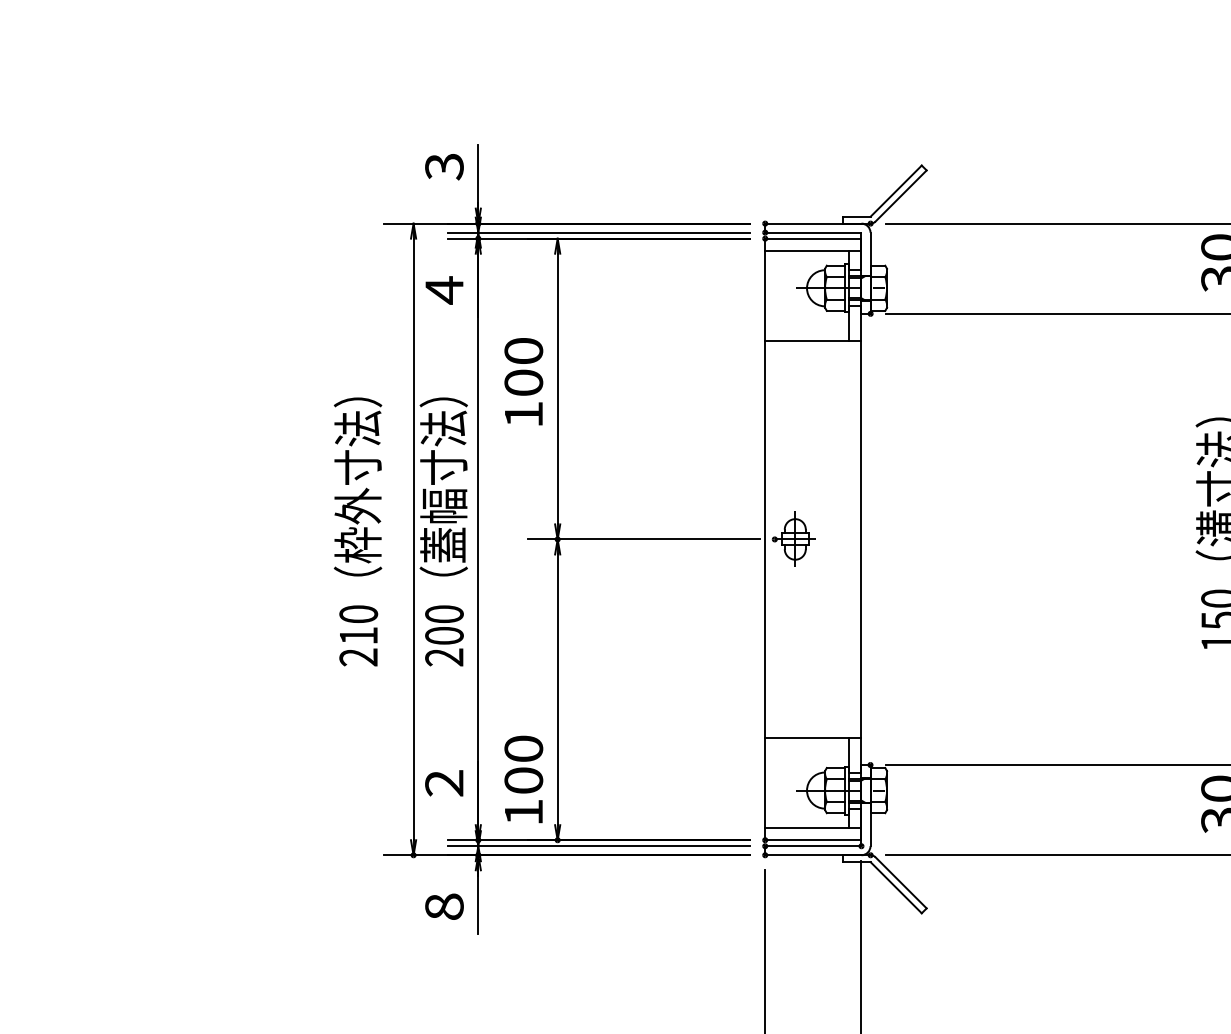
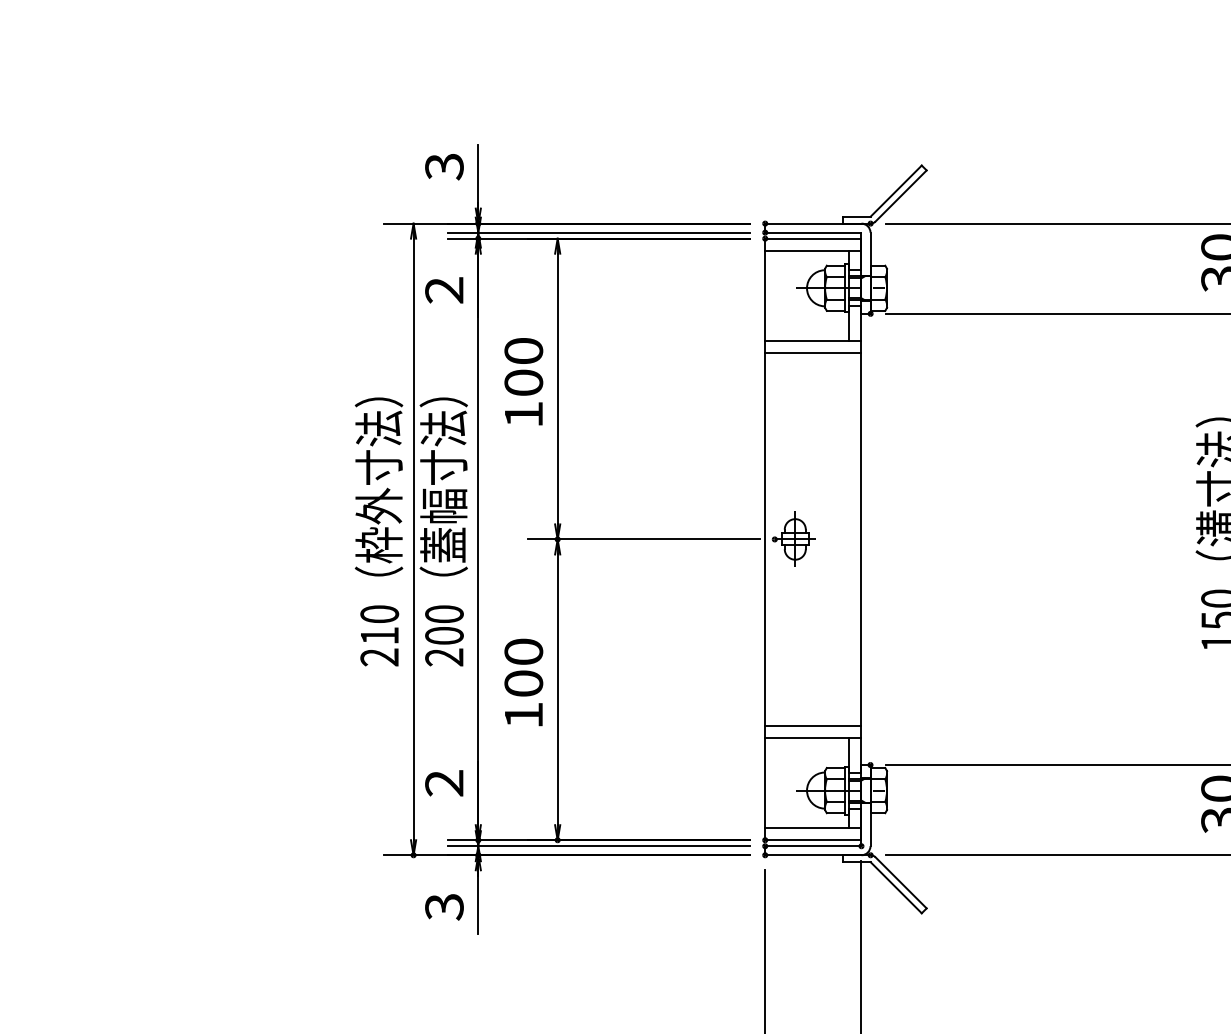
text at (444, 290): 4 -> 2
line at (813, 352): none -> present
text at (357, 531) position: (357, 531) -> (378, 531)
line at (813, 725): none -> present
text at (523, 779) position: (523, 779) -> (523, 682)
text at (444, 906): 8 -> 3
